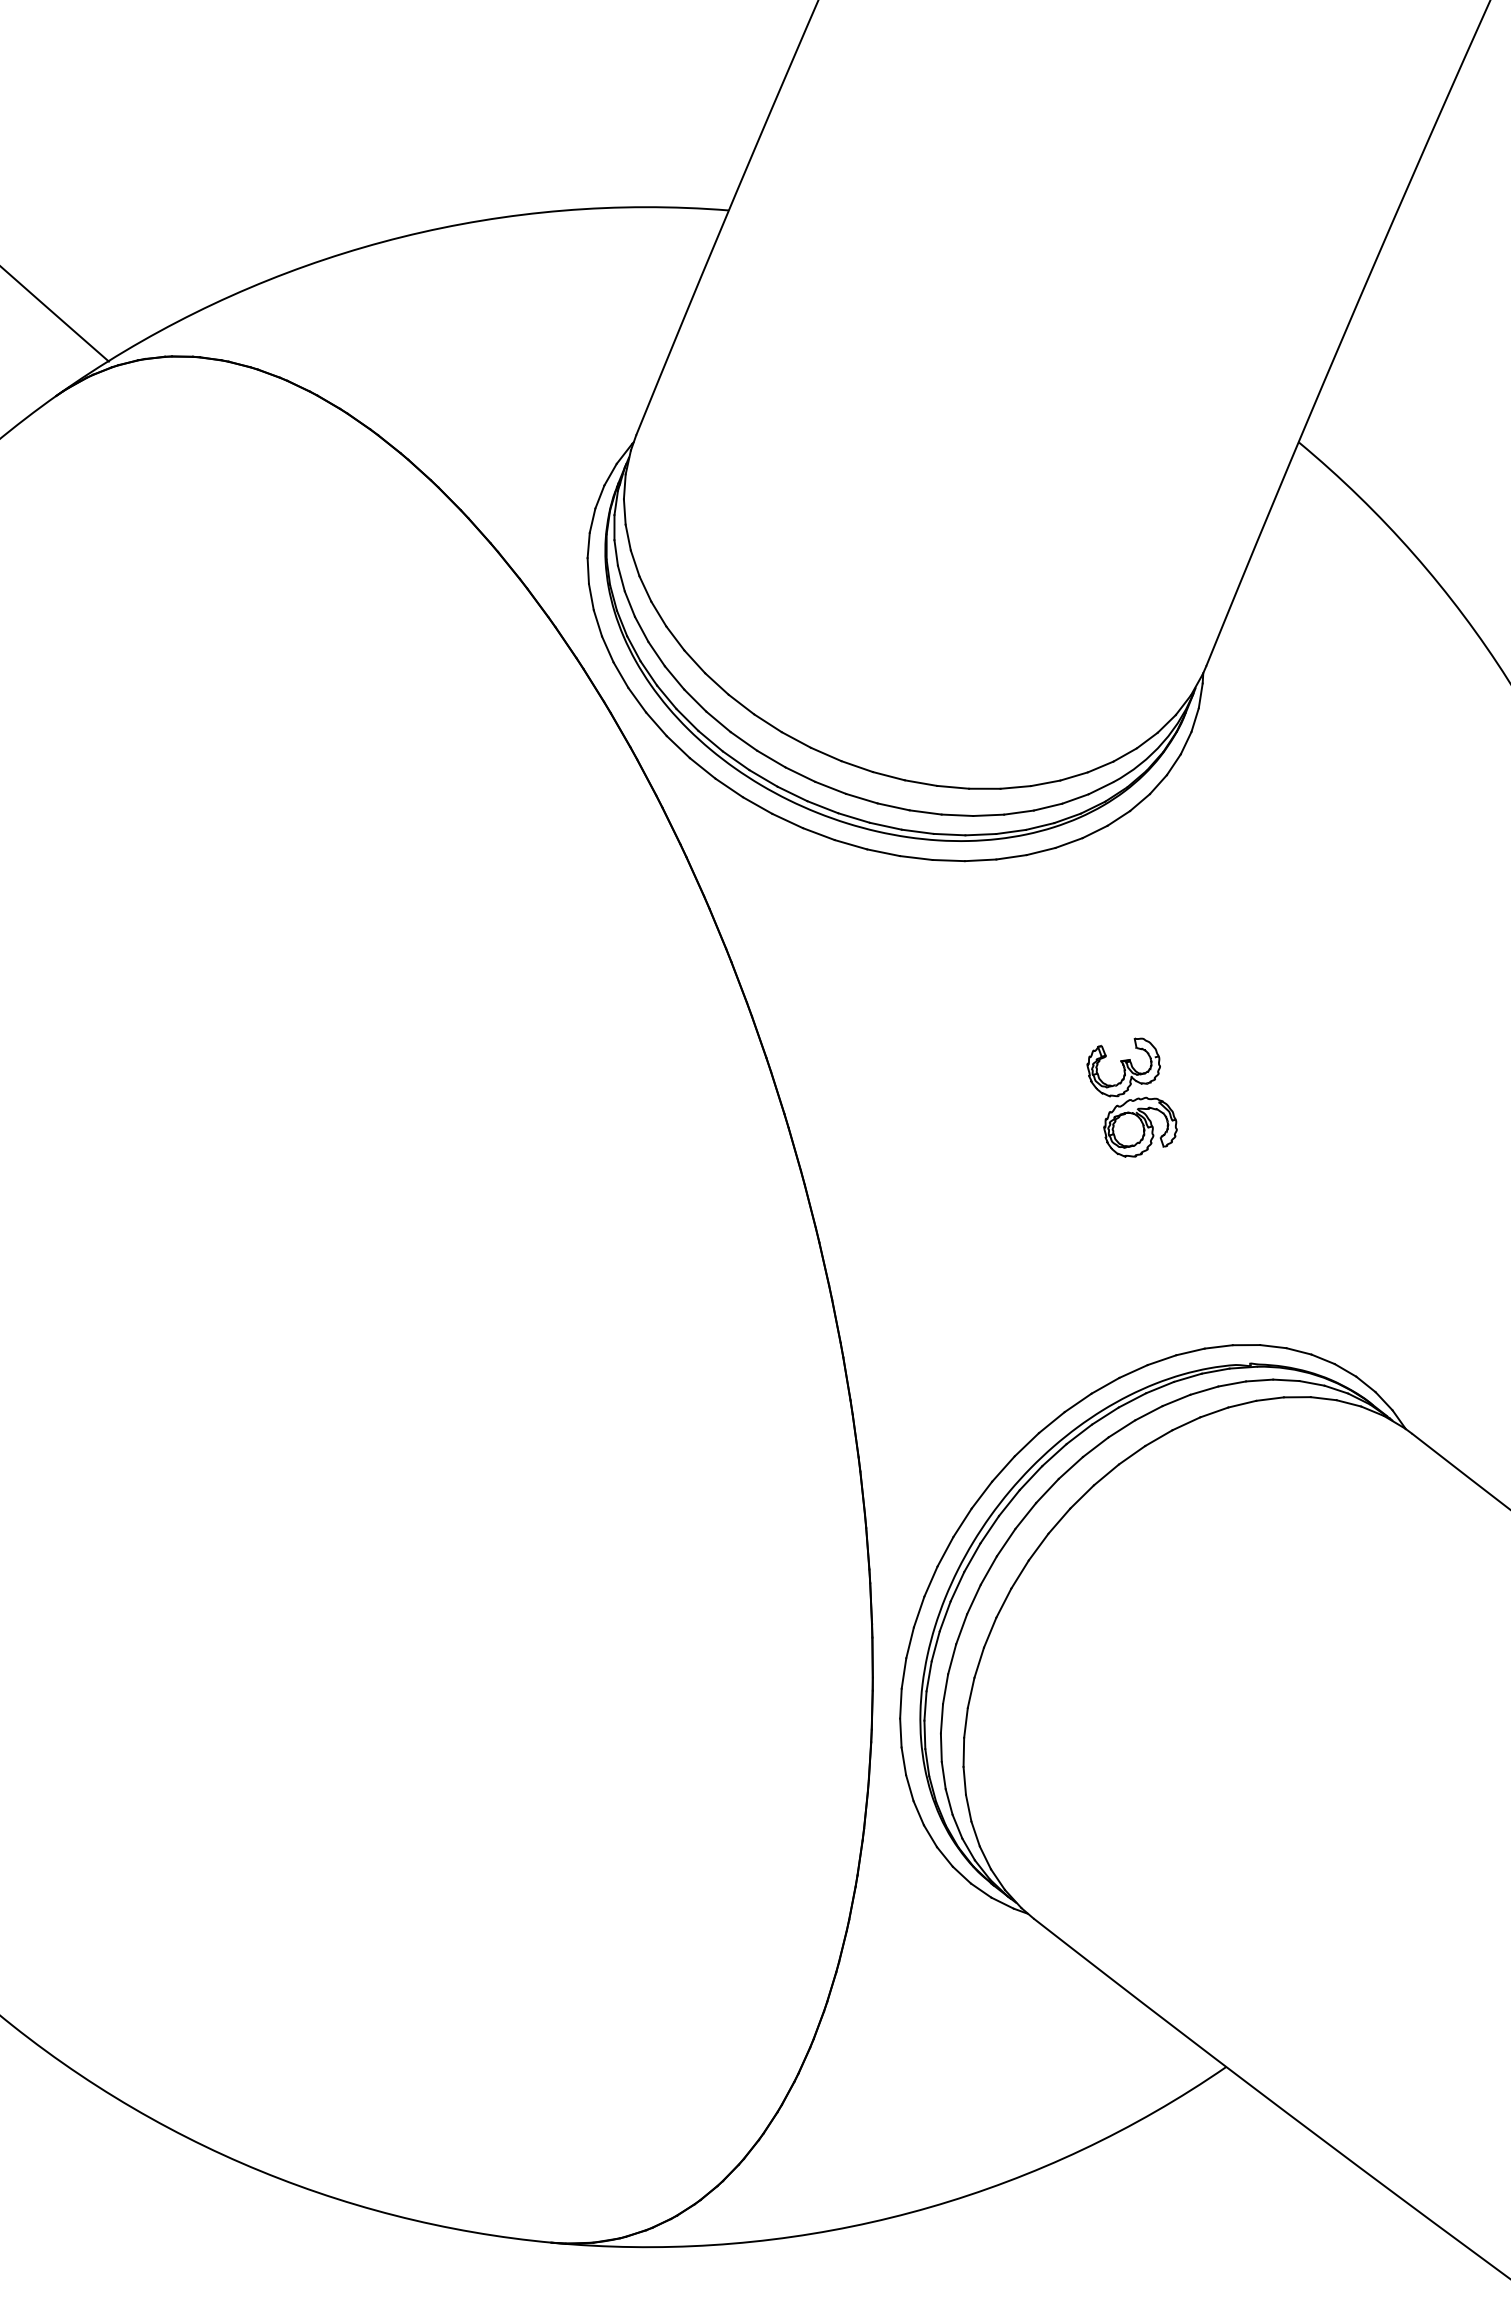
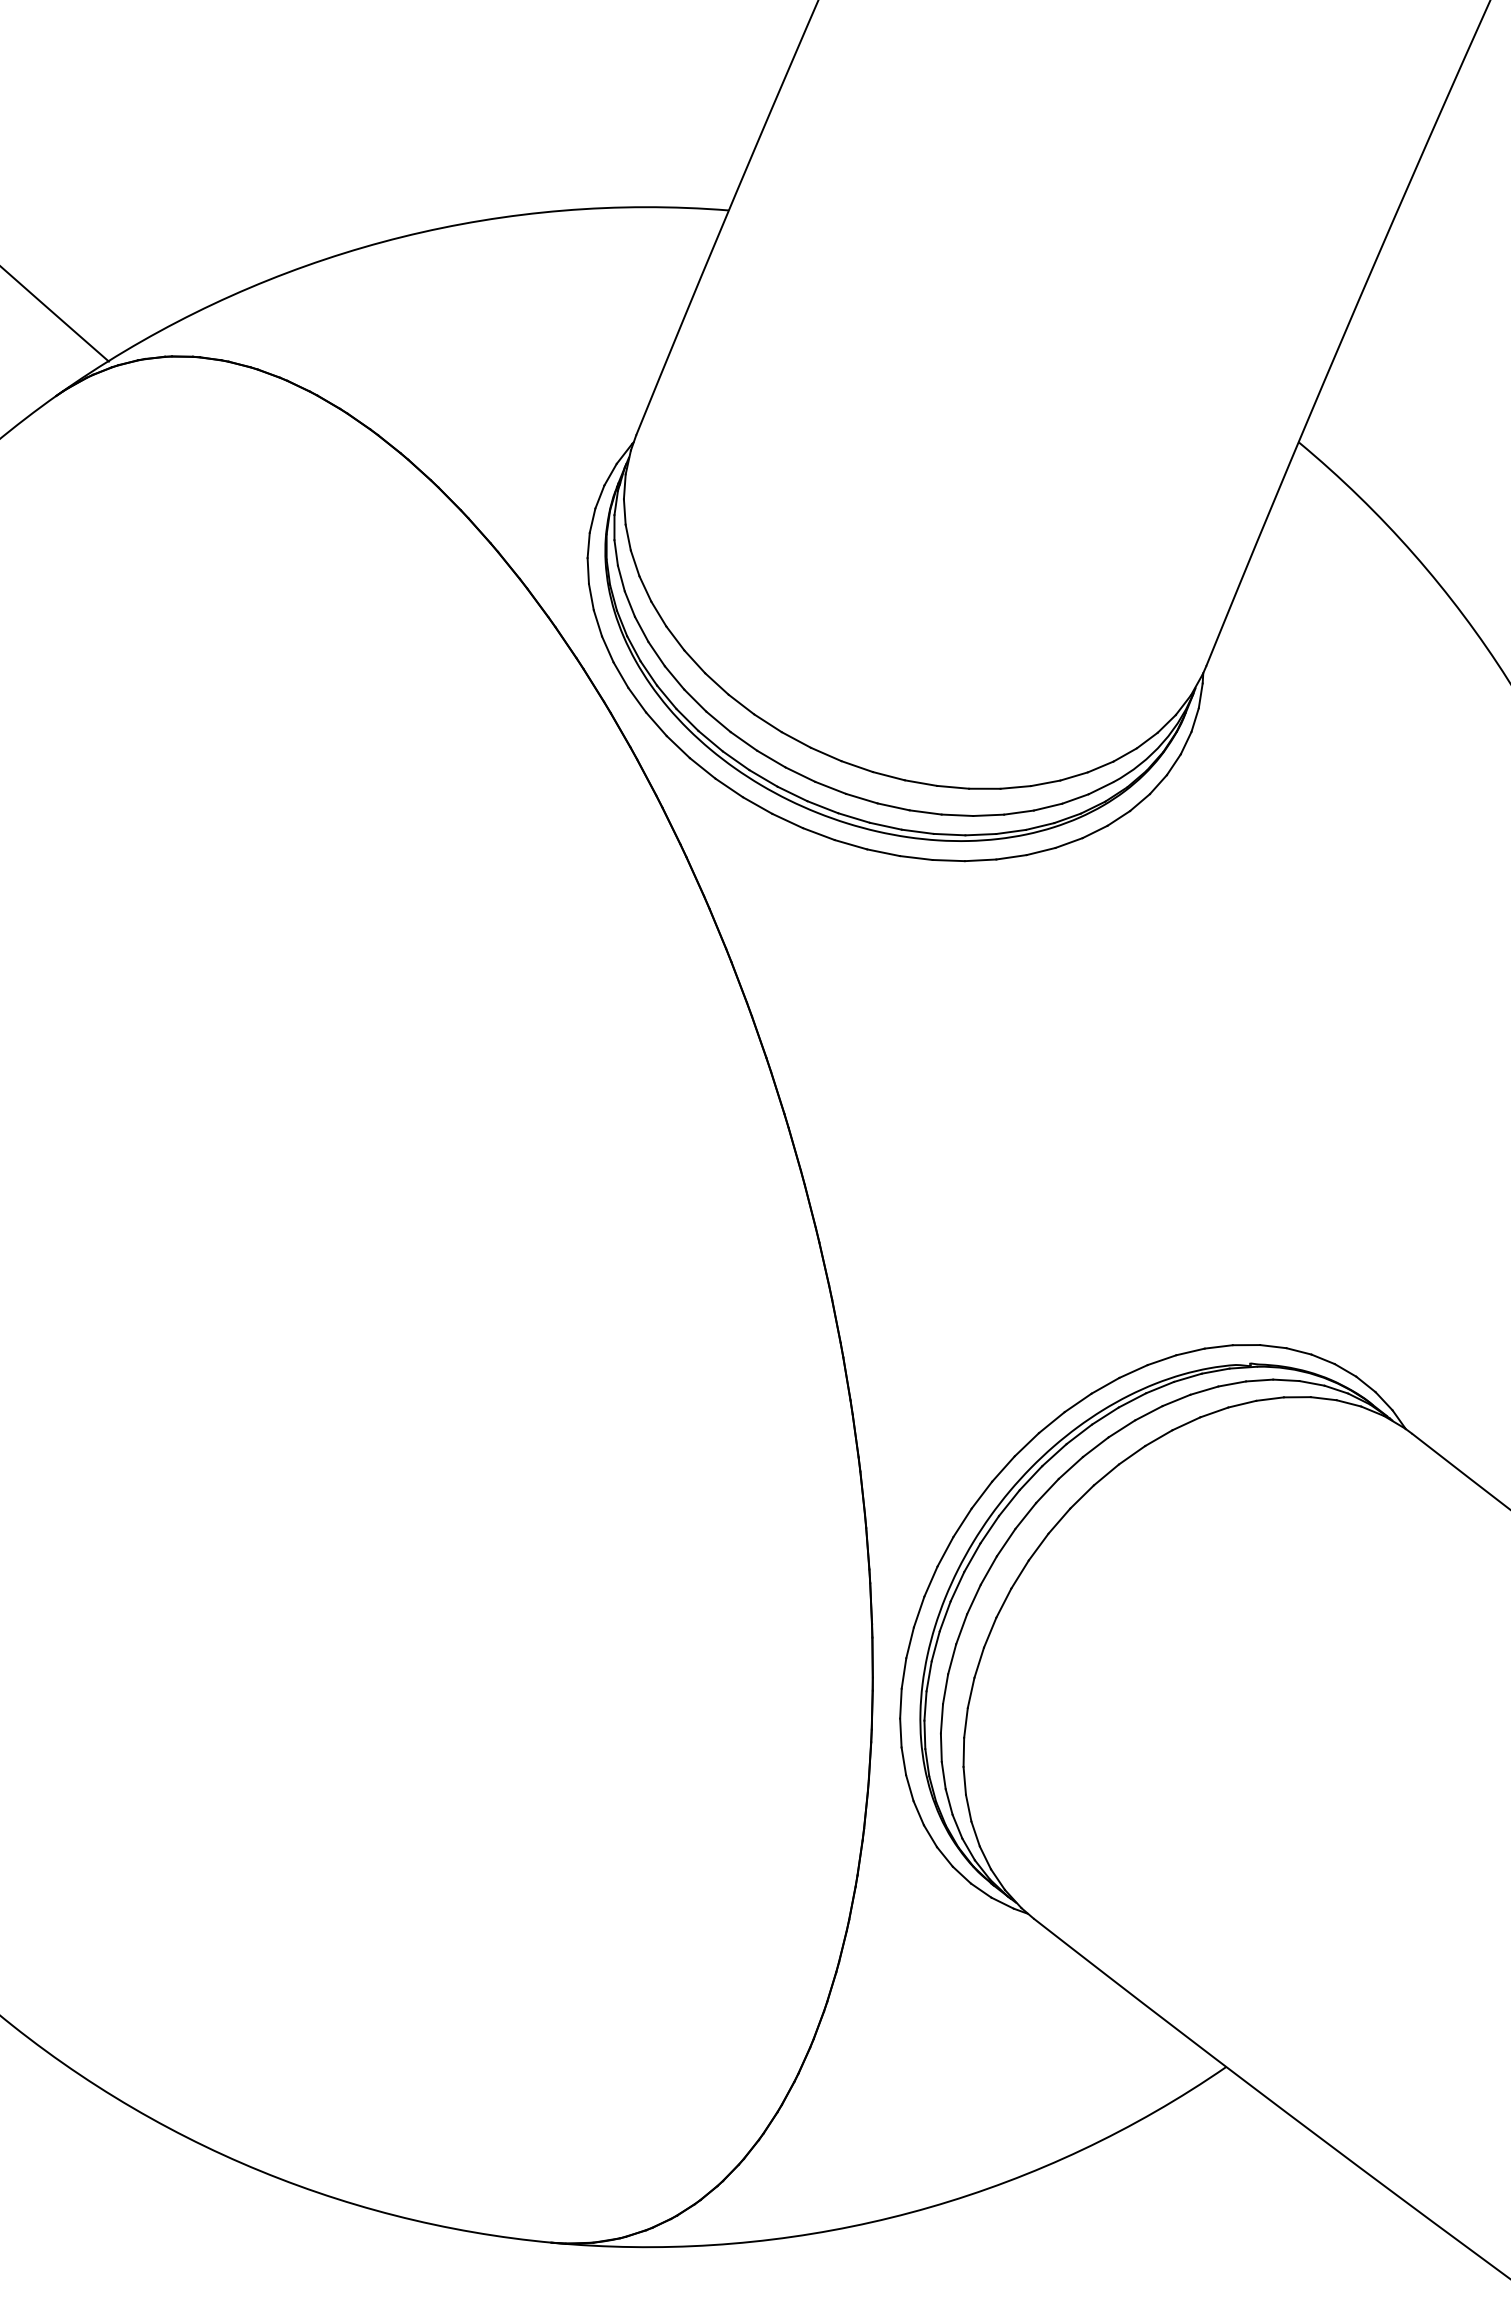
part at (1131, 1097): present -> none
